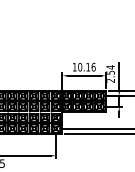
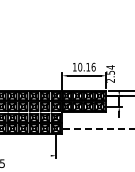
line at (119, 76): present -> none
line at (98, 128): solid -> dashed
line at (98, 133): present -> none
line at (26, 155): present -> none
